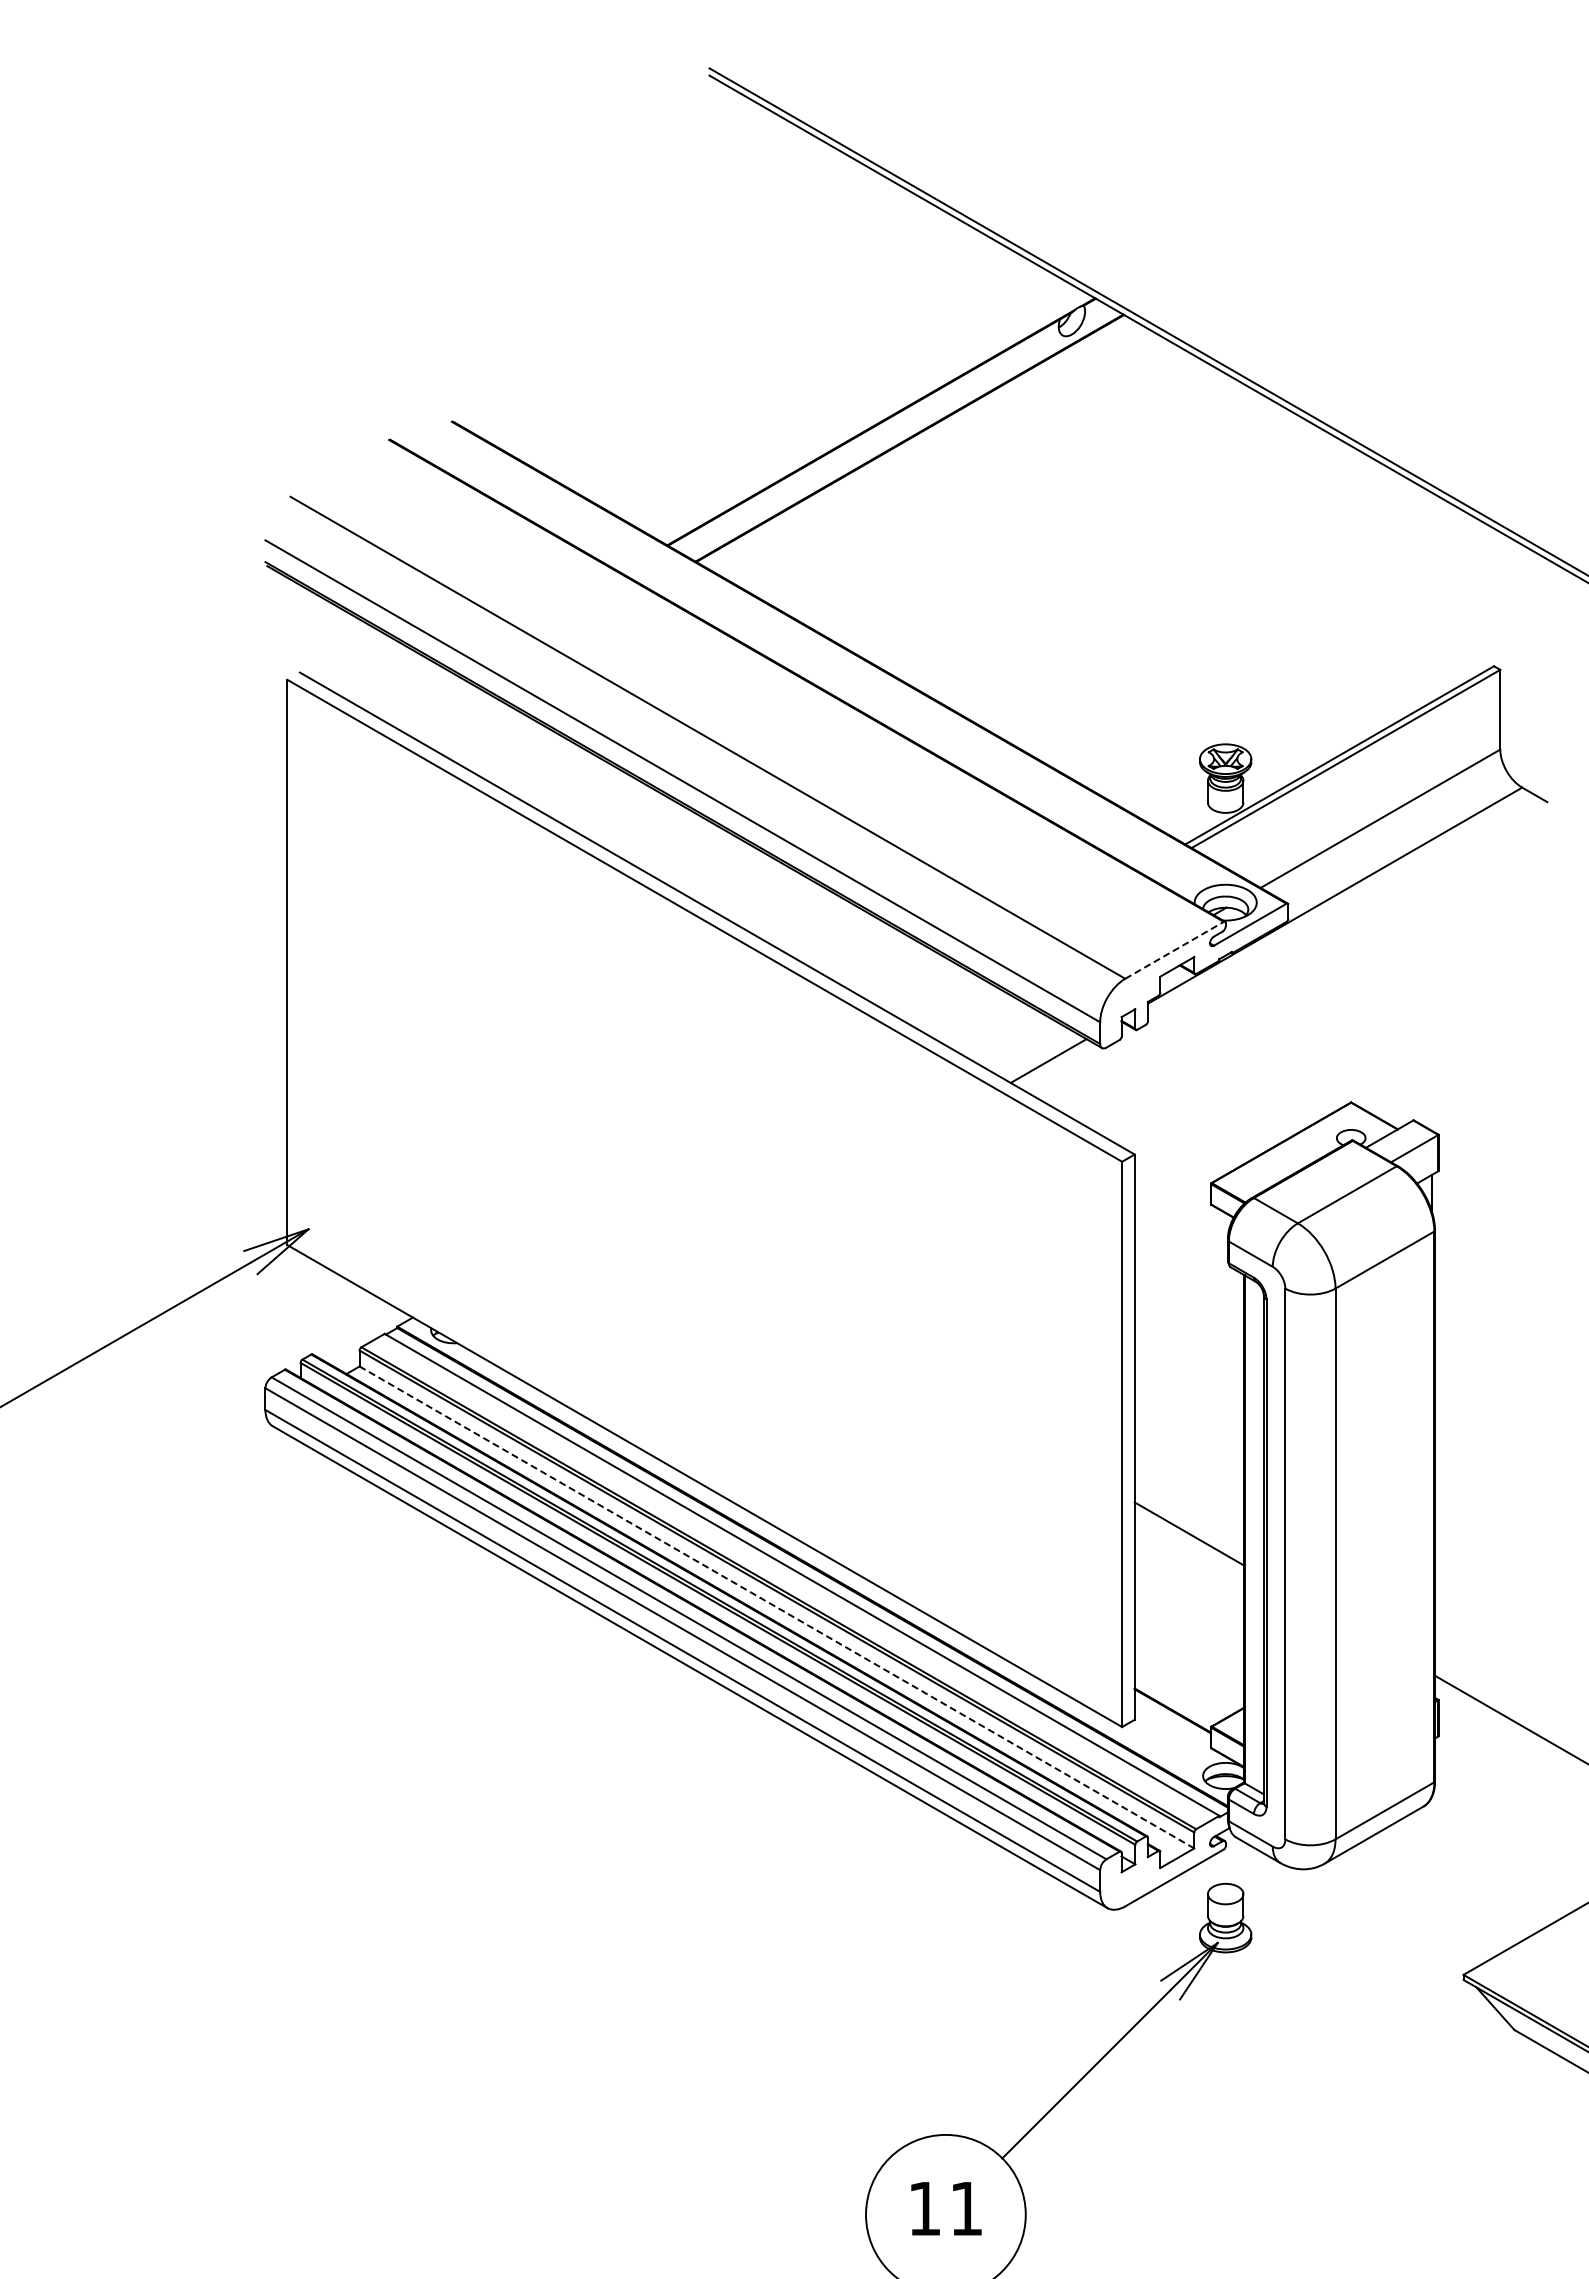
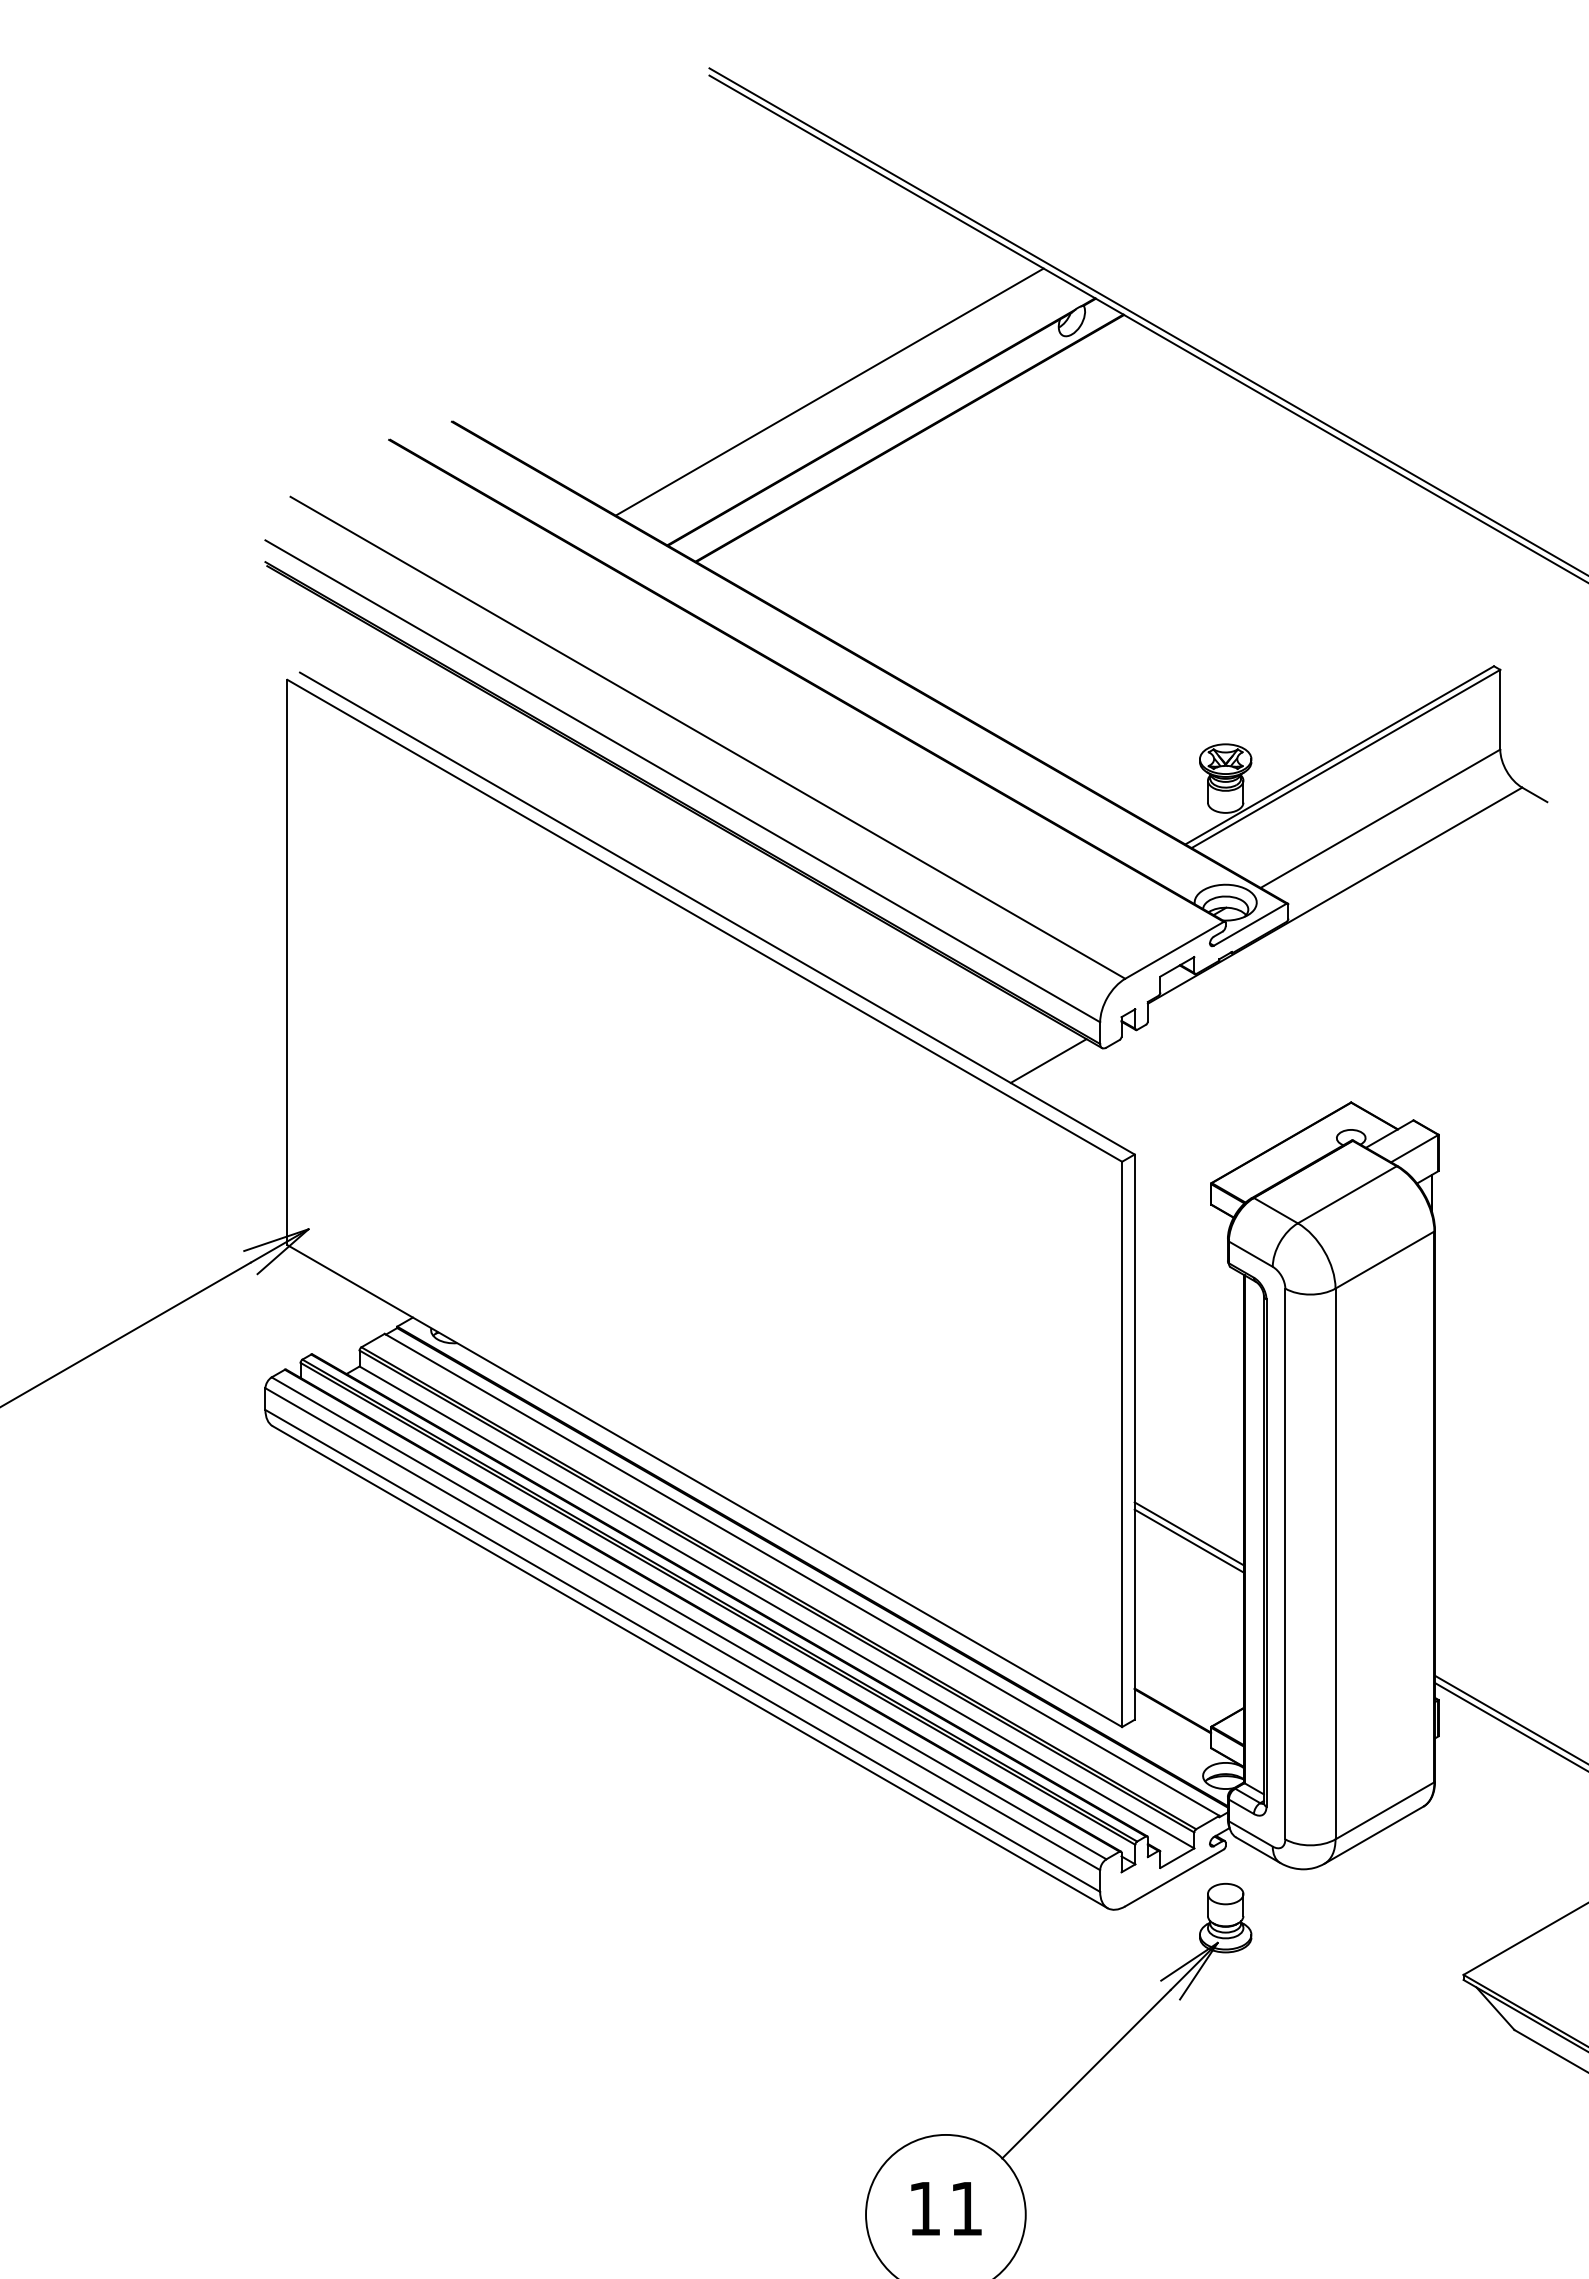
line at (829, 391): none -> present
line at (1174, 950): dashed -> solid
line at (1188, 1540): none -> present
line at (776, 1607): dashed -> solid
line at (1510, 1726): none -> present
